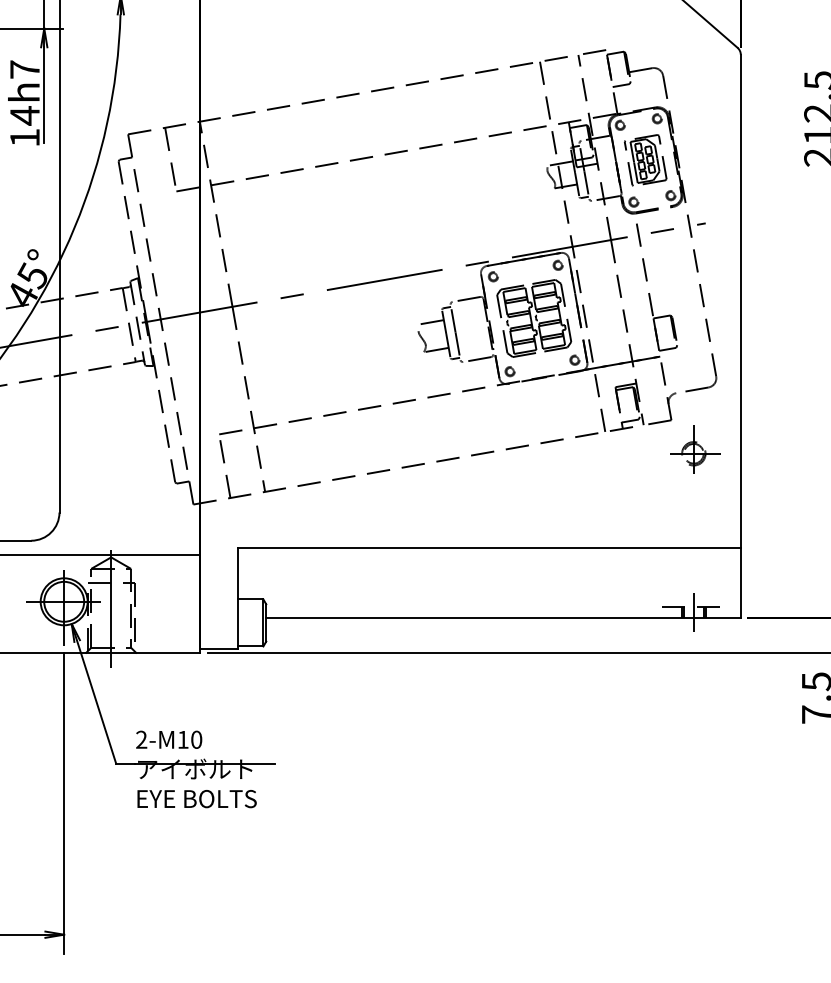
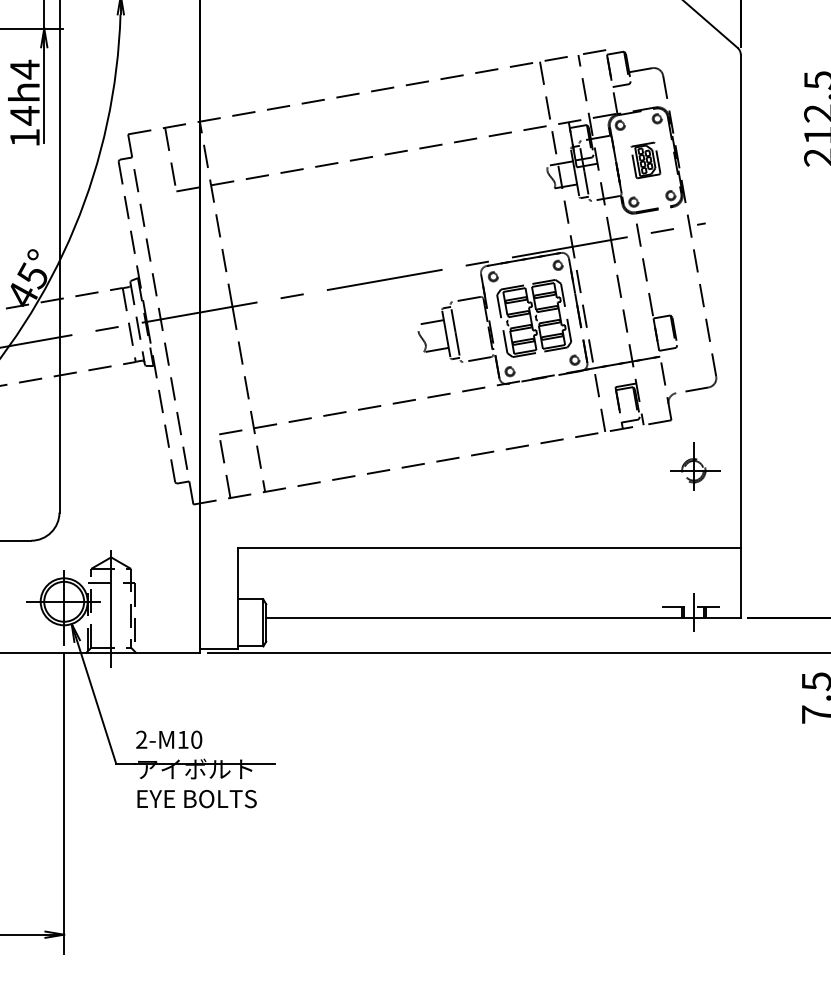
text at (24, 69): 14h7 -> 14h4
part at (645, 160) size: 44x53 px -> 32x39 px
part at (695, 449) position: (695, 449) -> (695, 466)
line at (101, 554): present -> none
